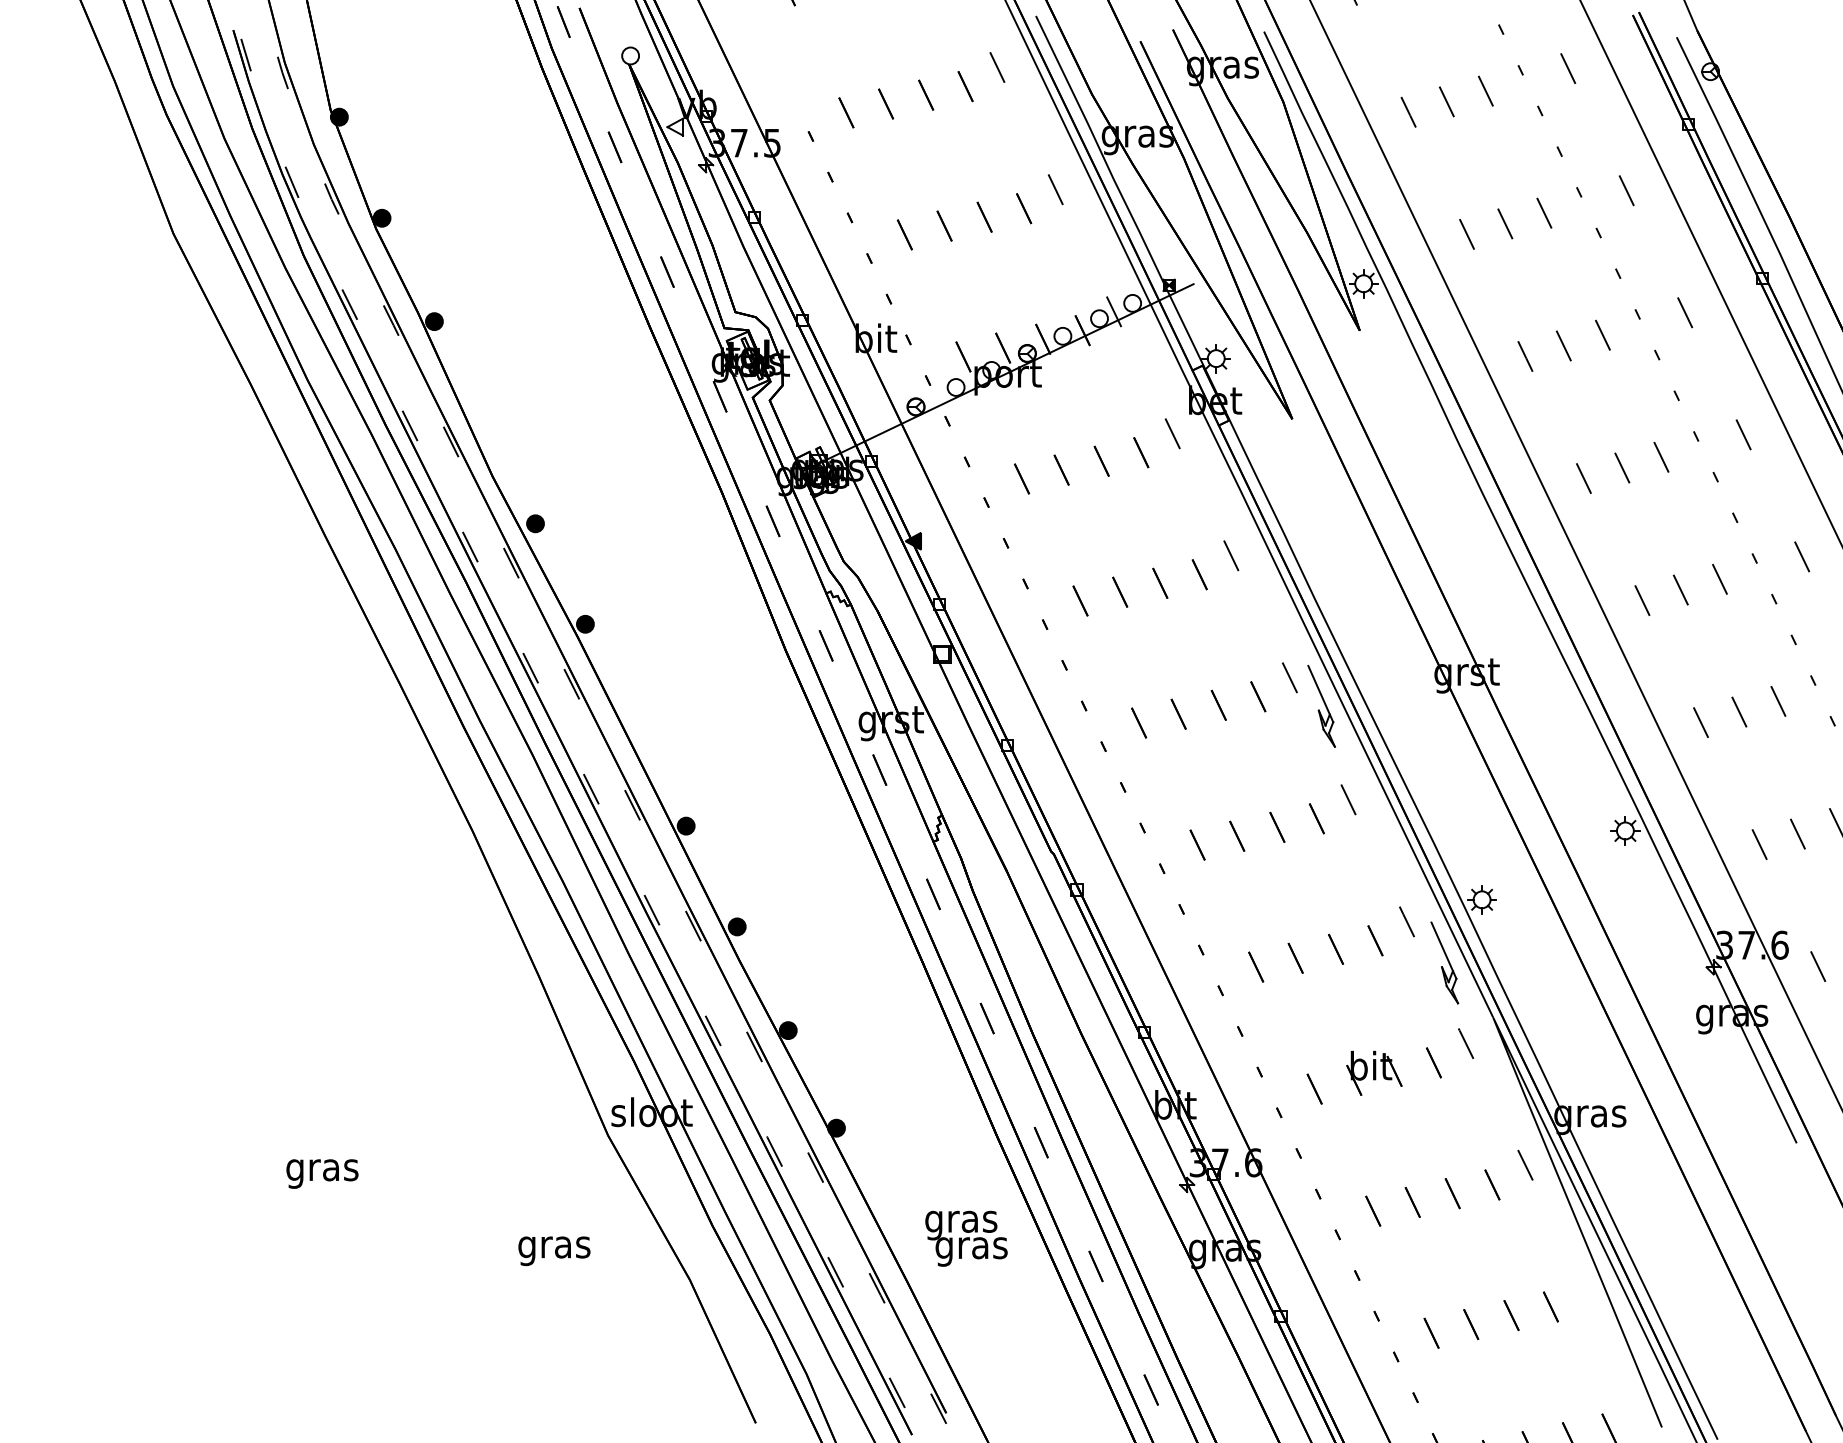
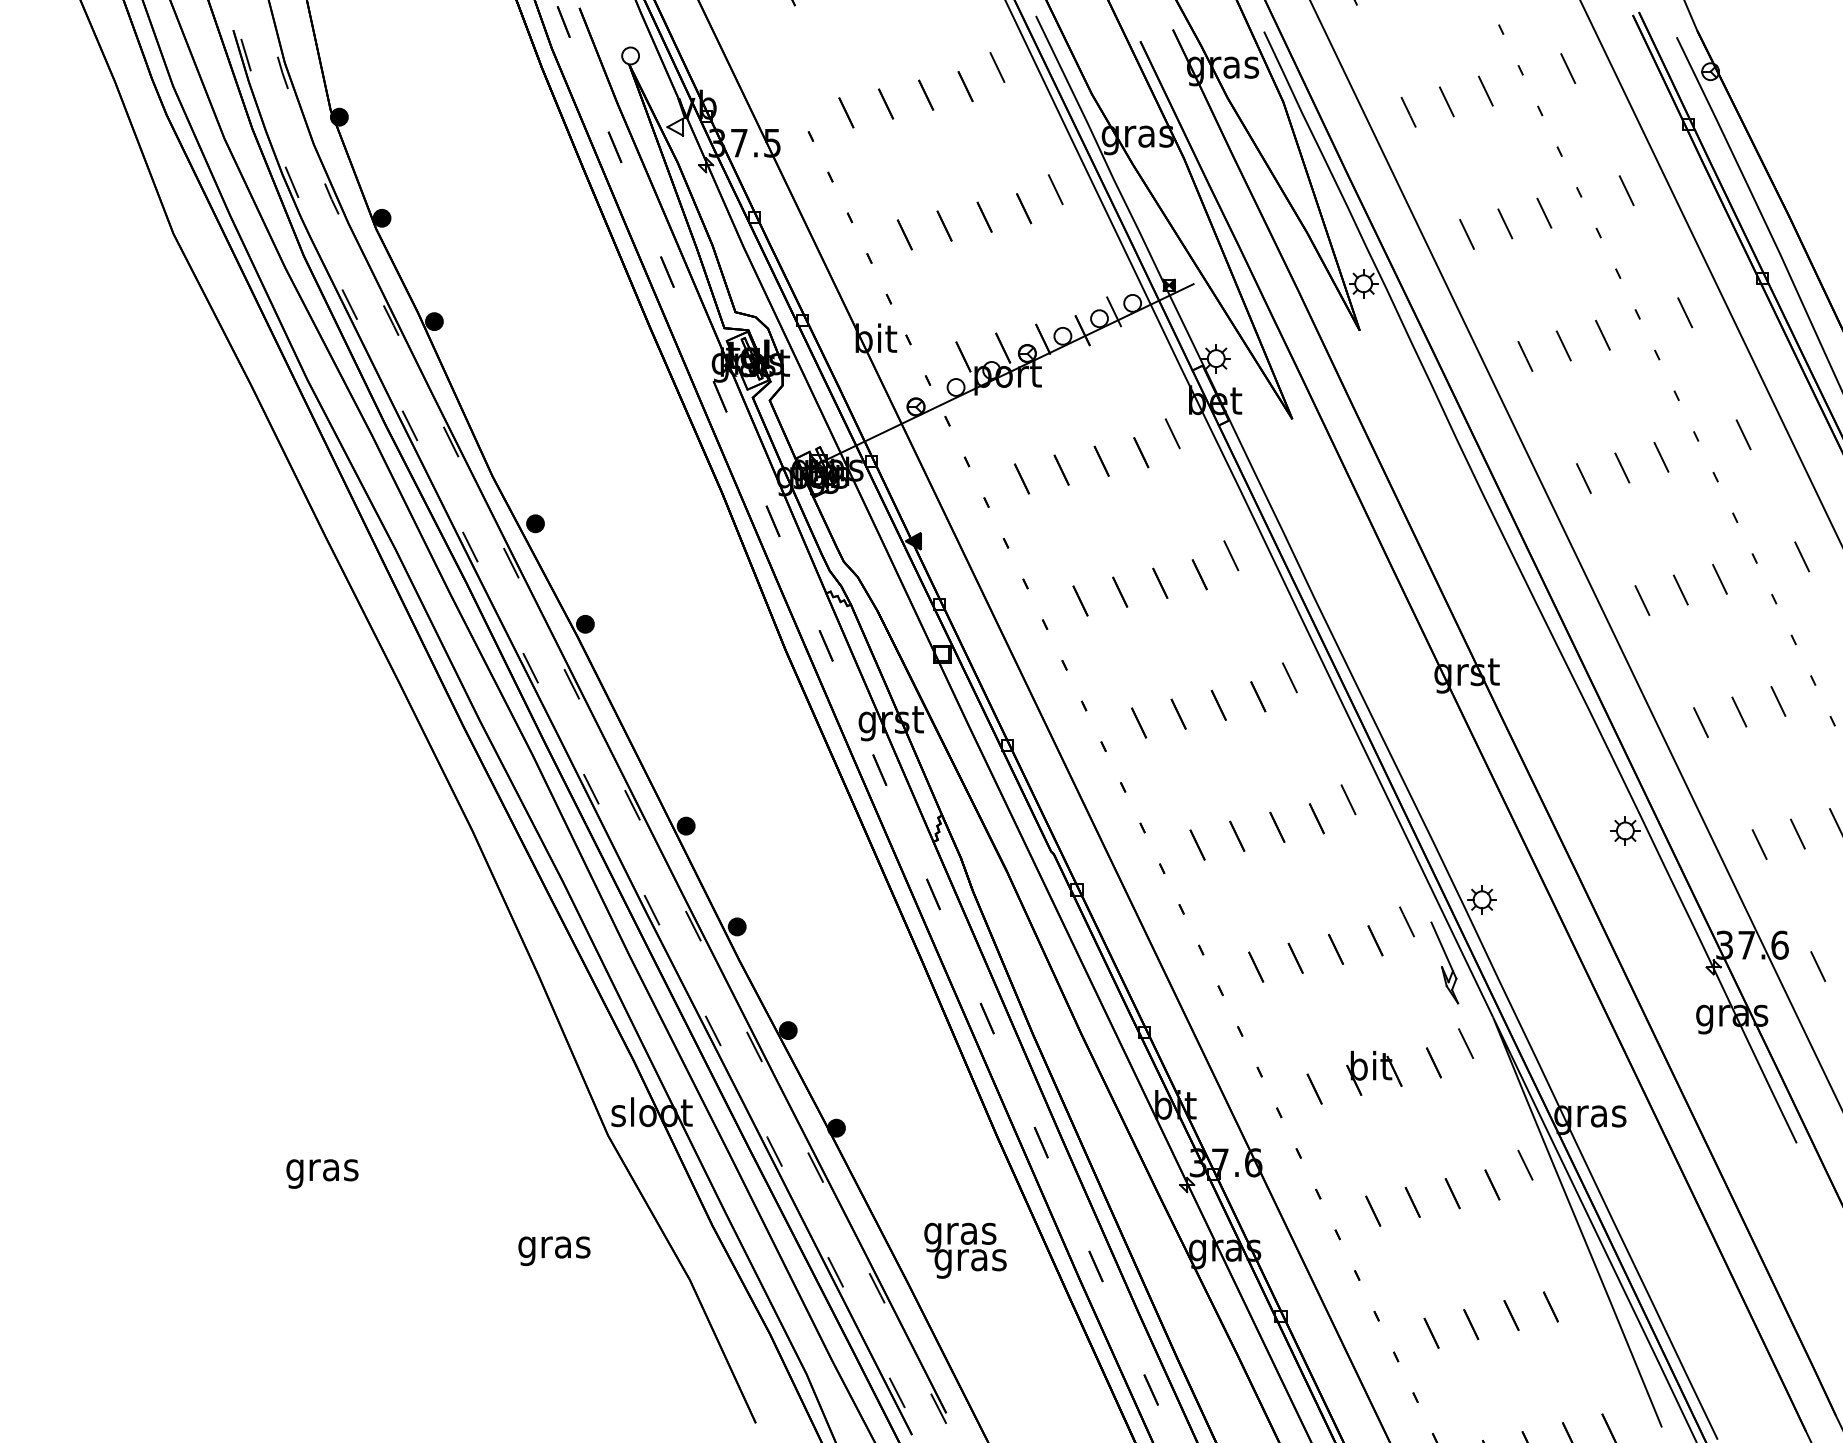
part at (1321, 706): present -> none
text at (966, 1238) position: (966, 1238) -> (965, 1250)
